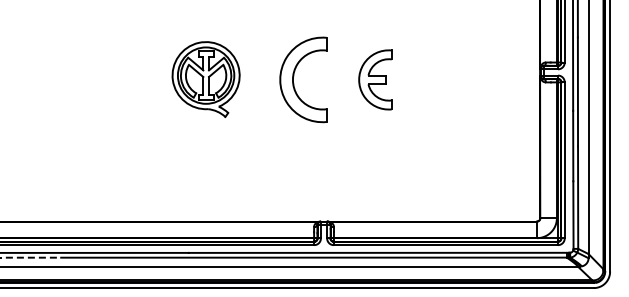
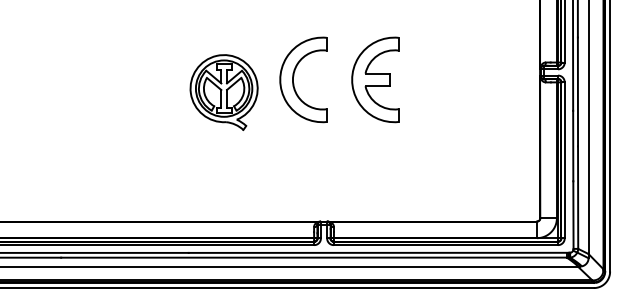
part at (205, 79) position: (205, 79) -> (223, 92)
part at (375, 79) size: 35x62 px -> 49x88 px
line at (31, 257): dashed -> solid
